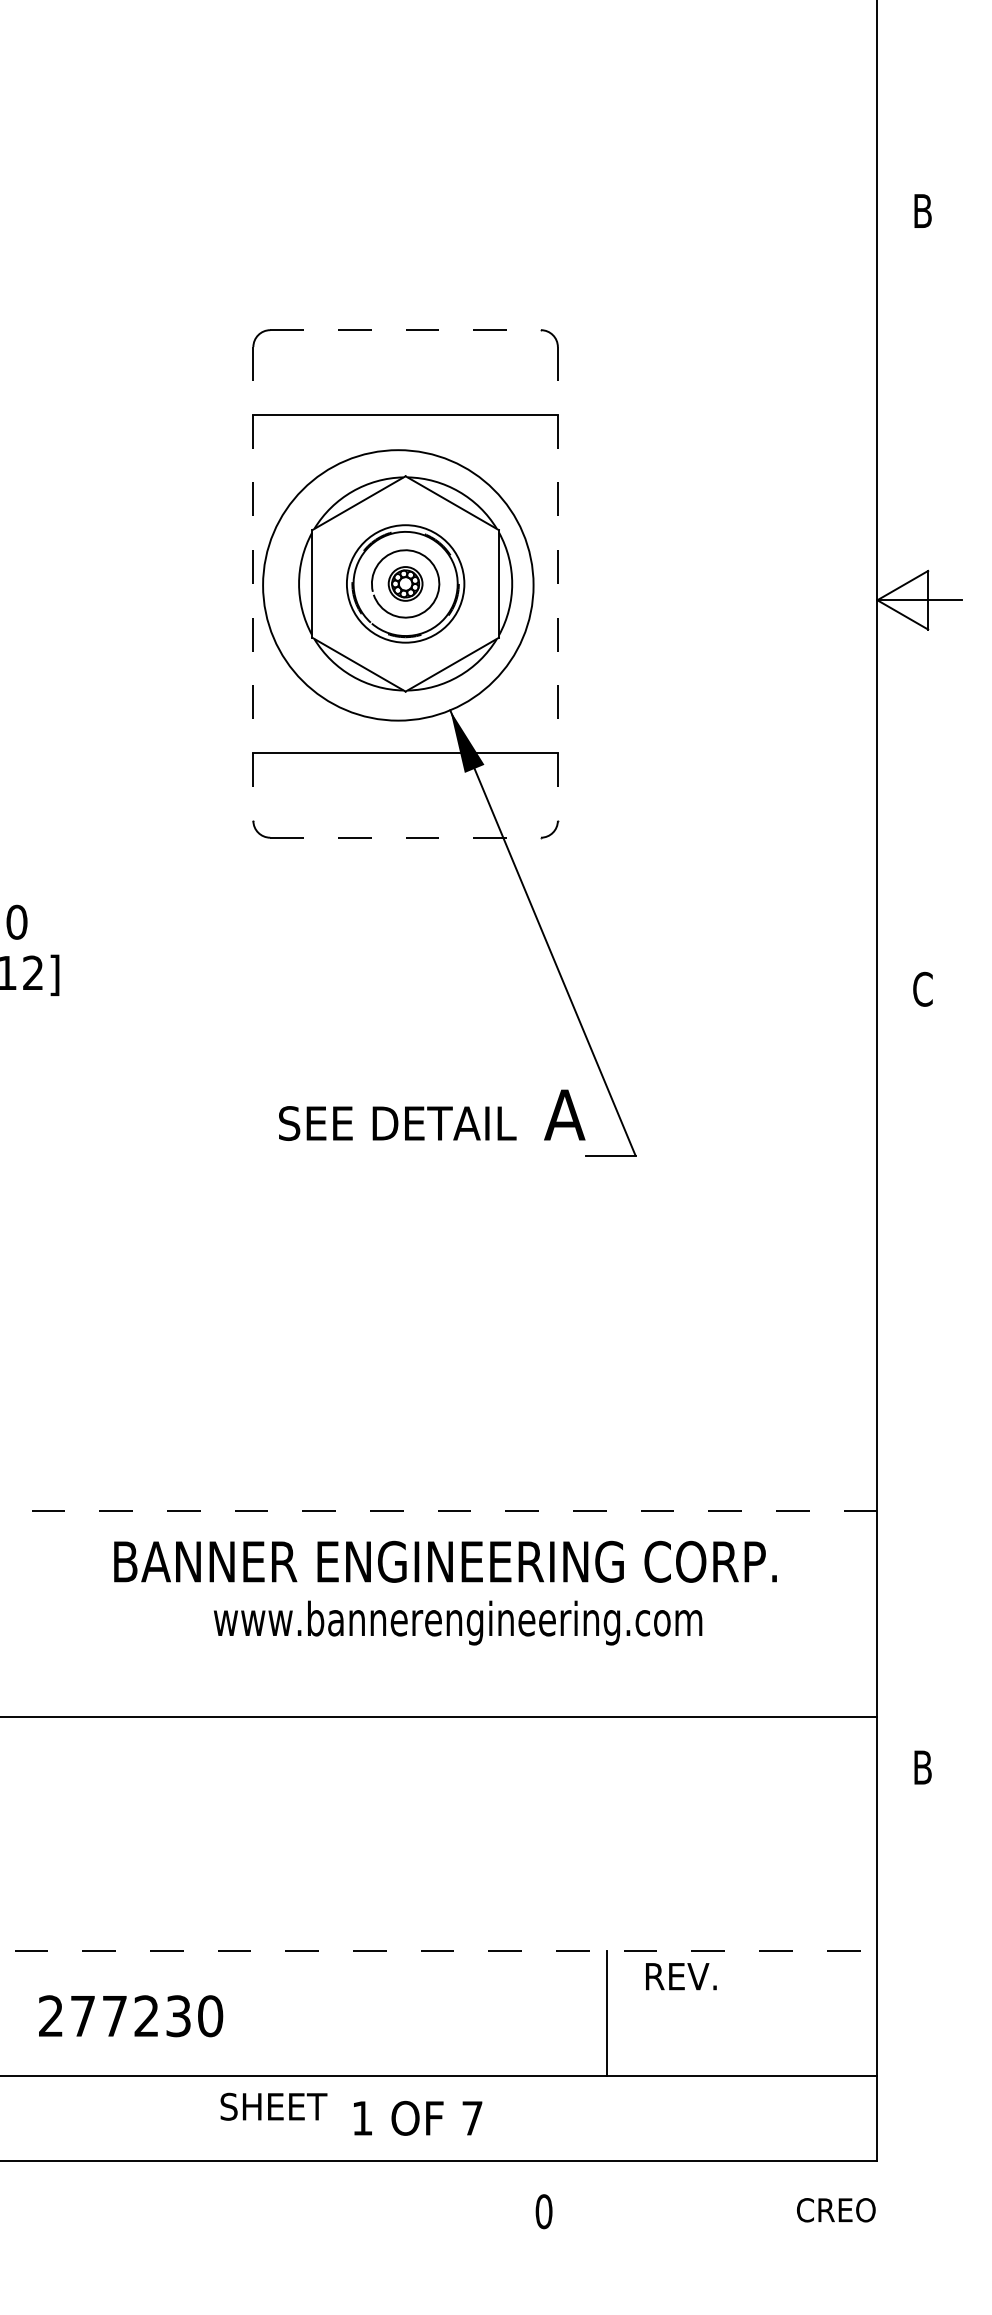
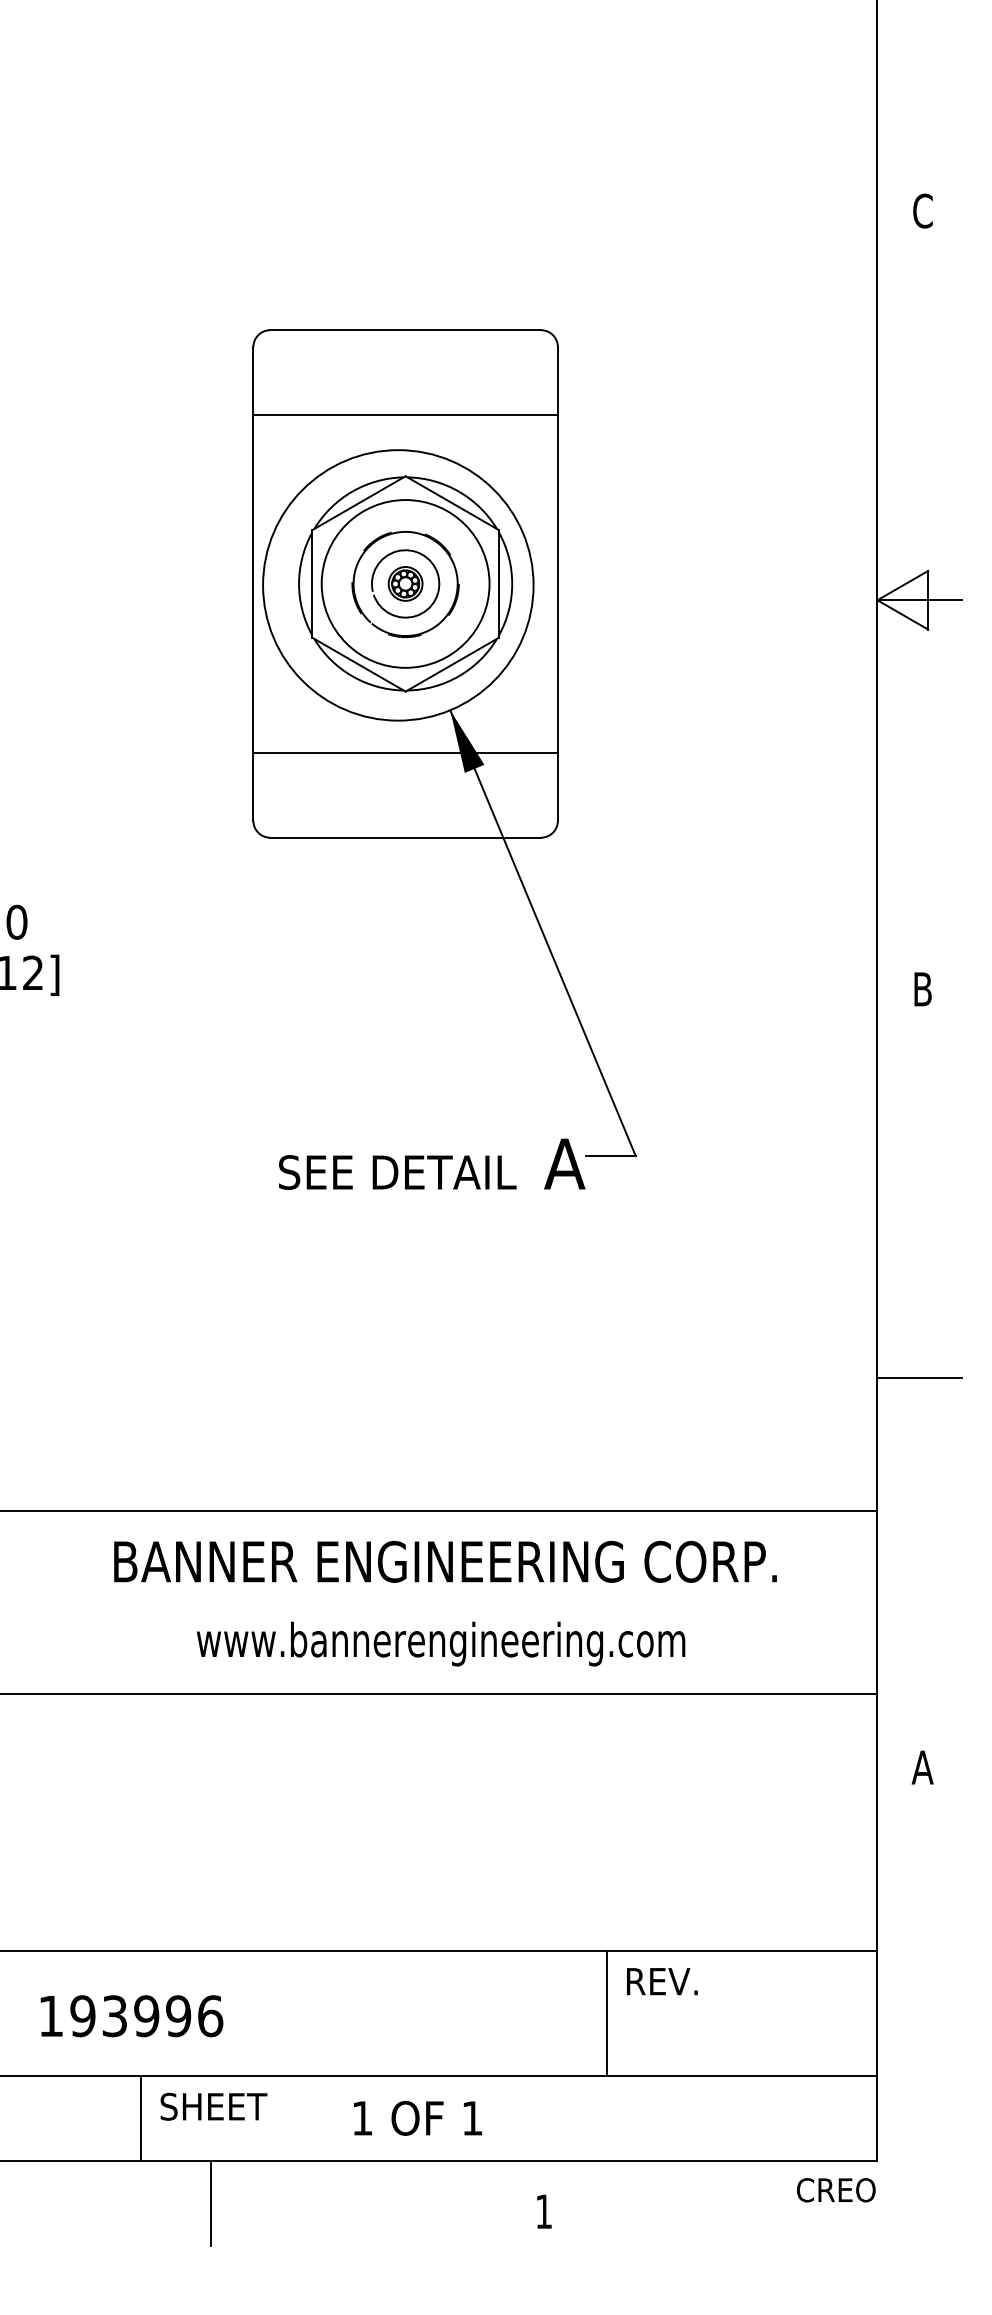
text at (922, 210): B -> C
line at (406, 330): dashed -> solid
line at (253, 583): dashed -> solid
circle at (405, 583) diameter: 117 px -> 168 px
line at (557, 583): dashed -> solid
line at (406, 837): dashed -> solid
text at (922, 988): C -> B
text at (432, 1114) position: (432, 1114) -> (432, 1163)
line at (919, 1378): none -> present
line at (438, 1511): dashed -> solid
text at (458, 1622) position: (458, 1622) -> (441, 1643)
line at (439, 1717) position: (439, 1717) -> (439, 1694)
text at (922, 1767): B -> A
line at (439, 1951): dashed -> solid
text at (681, 1976) position: (681, 1976) -> (662, 1981)
text at (131, 2016): 277230 -> 193996
text at (273, 2106) position: (273, 2106) -> (213, 2106)
line at (141, 2118): none -> present
text at (472, 2118): 7 -> 1
line at (210, 2202): none -> present
text at (836, 2210) position: (836, 2210) -> (836, 2190)
text at (543, 2211): 0 -> 1
